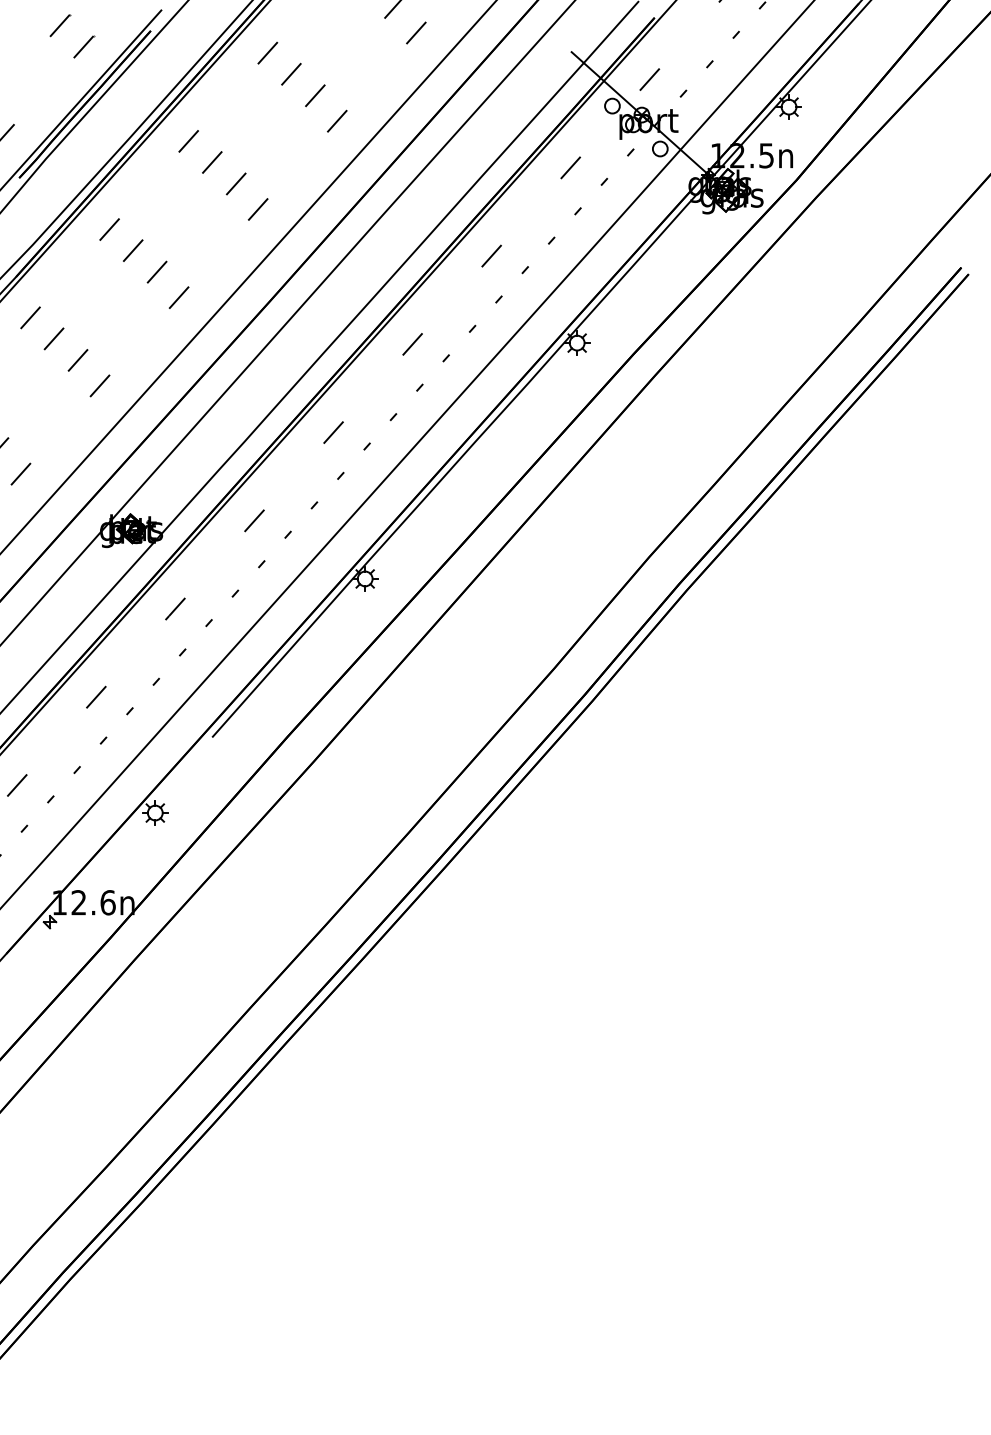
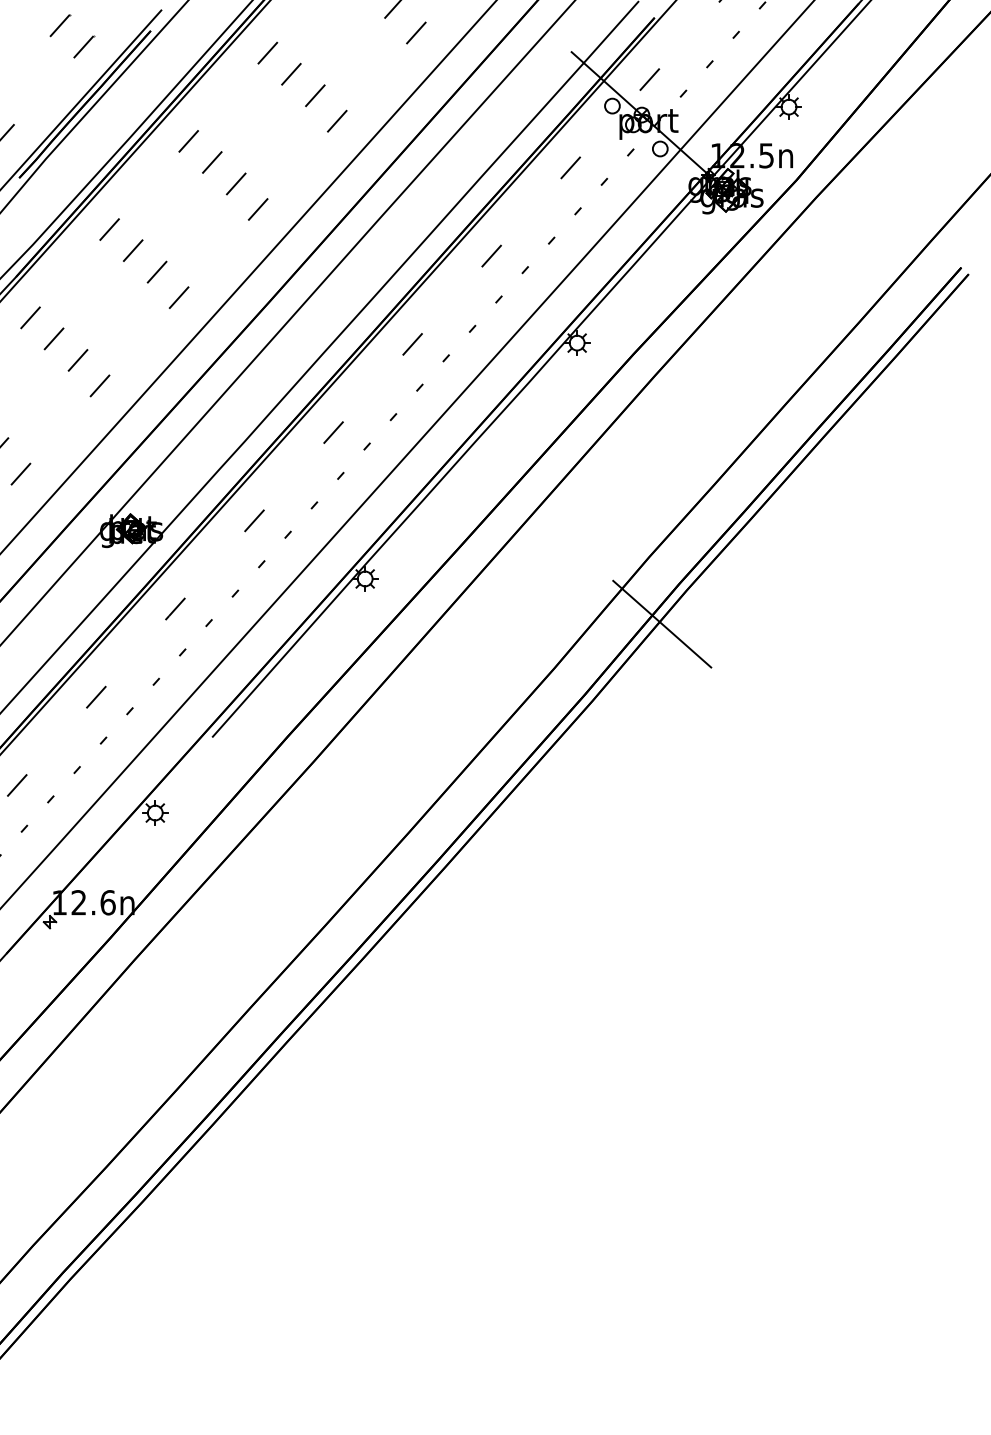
line at (662, 623): none -> present
